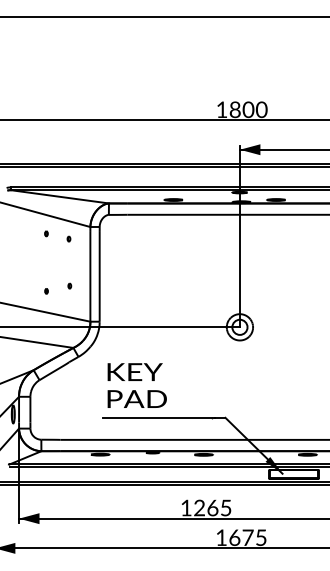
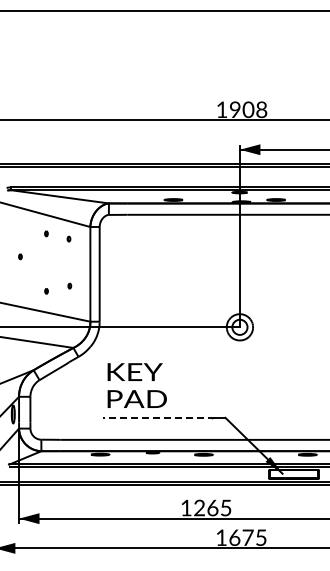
line at (164, 17) position: (164, 17) -> (164, 11)
text at (248, 110): 1800 -> 1908
part at (20, 256): none -> present
line at (158, 417): solid -> dashed
